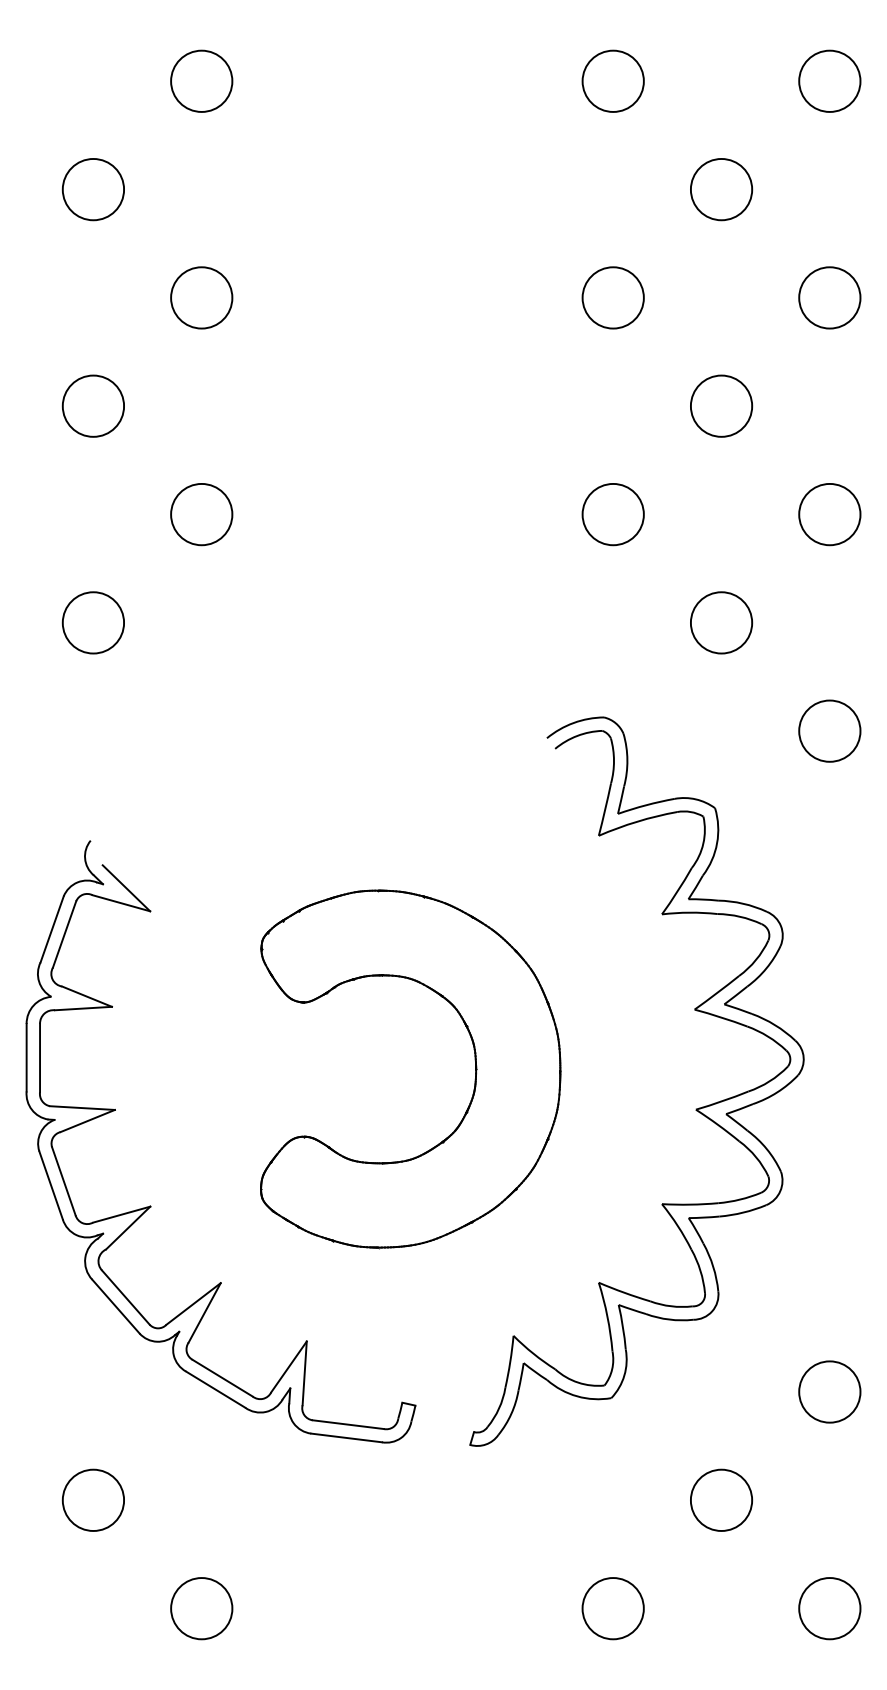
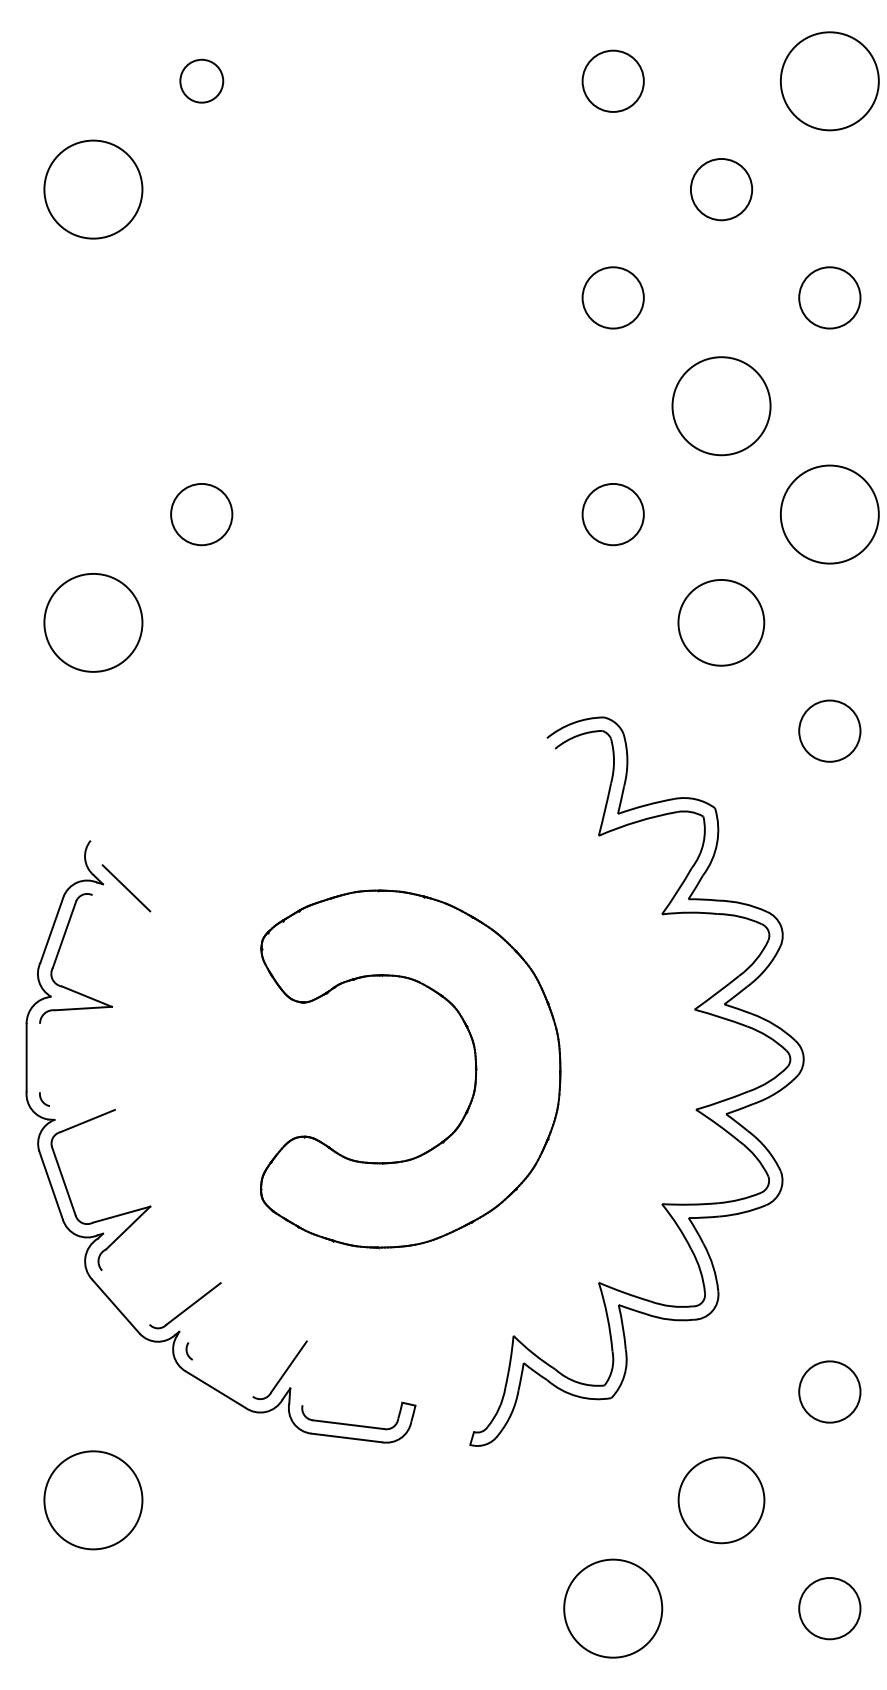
circle at (201, 80) size: 64x64 px -> 46x46 px
circle at (829, 80) diameter: 61 px -> 98 px
circle at (93, 189) diameter: 61 px -> 98 px
circle at (201, 297): present -> none
circle at (92, 405): present -> none
circle at (721, 405) diameter: 61 px -> 98 px
circle at (829, 514) diameter: 61 px -> 98 px
circle at (93, 622) diameter: 61 px -> 98 px
circle at (721, 622) size: 64x64 px -> 89x88 px
line at (121, 903): present -> none
line at (40, 1057): present -> none
line at (81, 1107): present -> none
line at (125, 1297): present -> none
line at (204, 1312): present -> none
line at (304, 1373): present -> none
line at (222, 1377): present -> none
circle at (93, 1499) diameter: 61 px -> 98 px
circle at (721, 1499) diameter: 61 px -> 86 px
circle at (201, 1608): present -> none
circle at (612, 1608) diameter: 61 px -> 98 px
